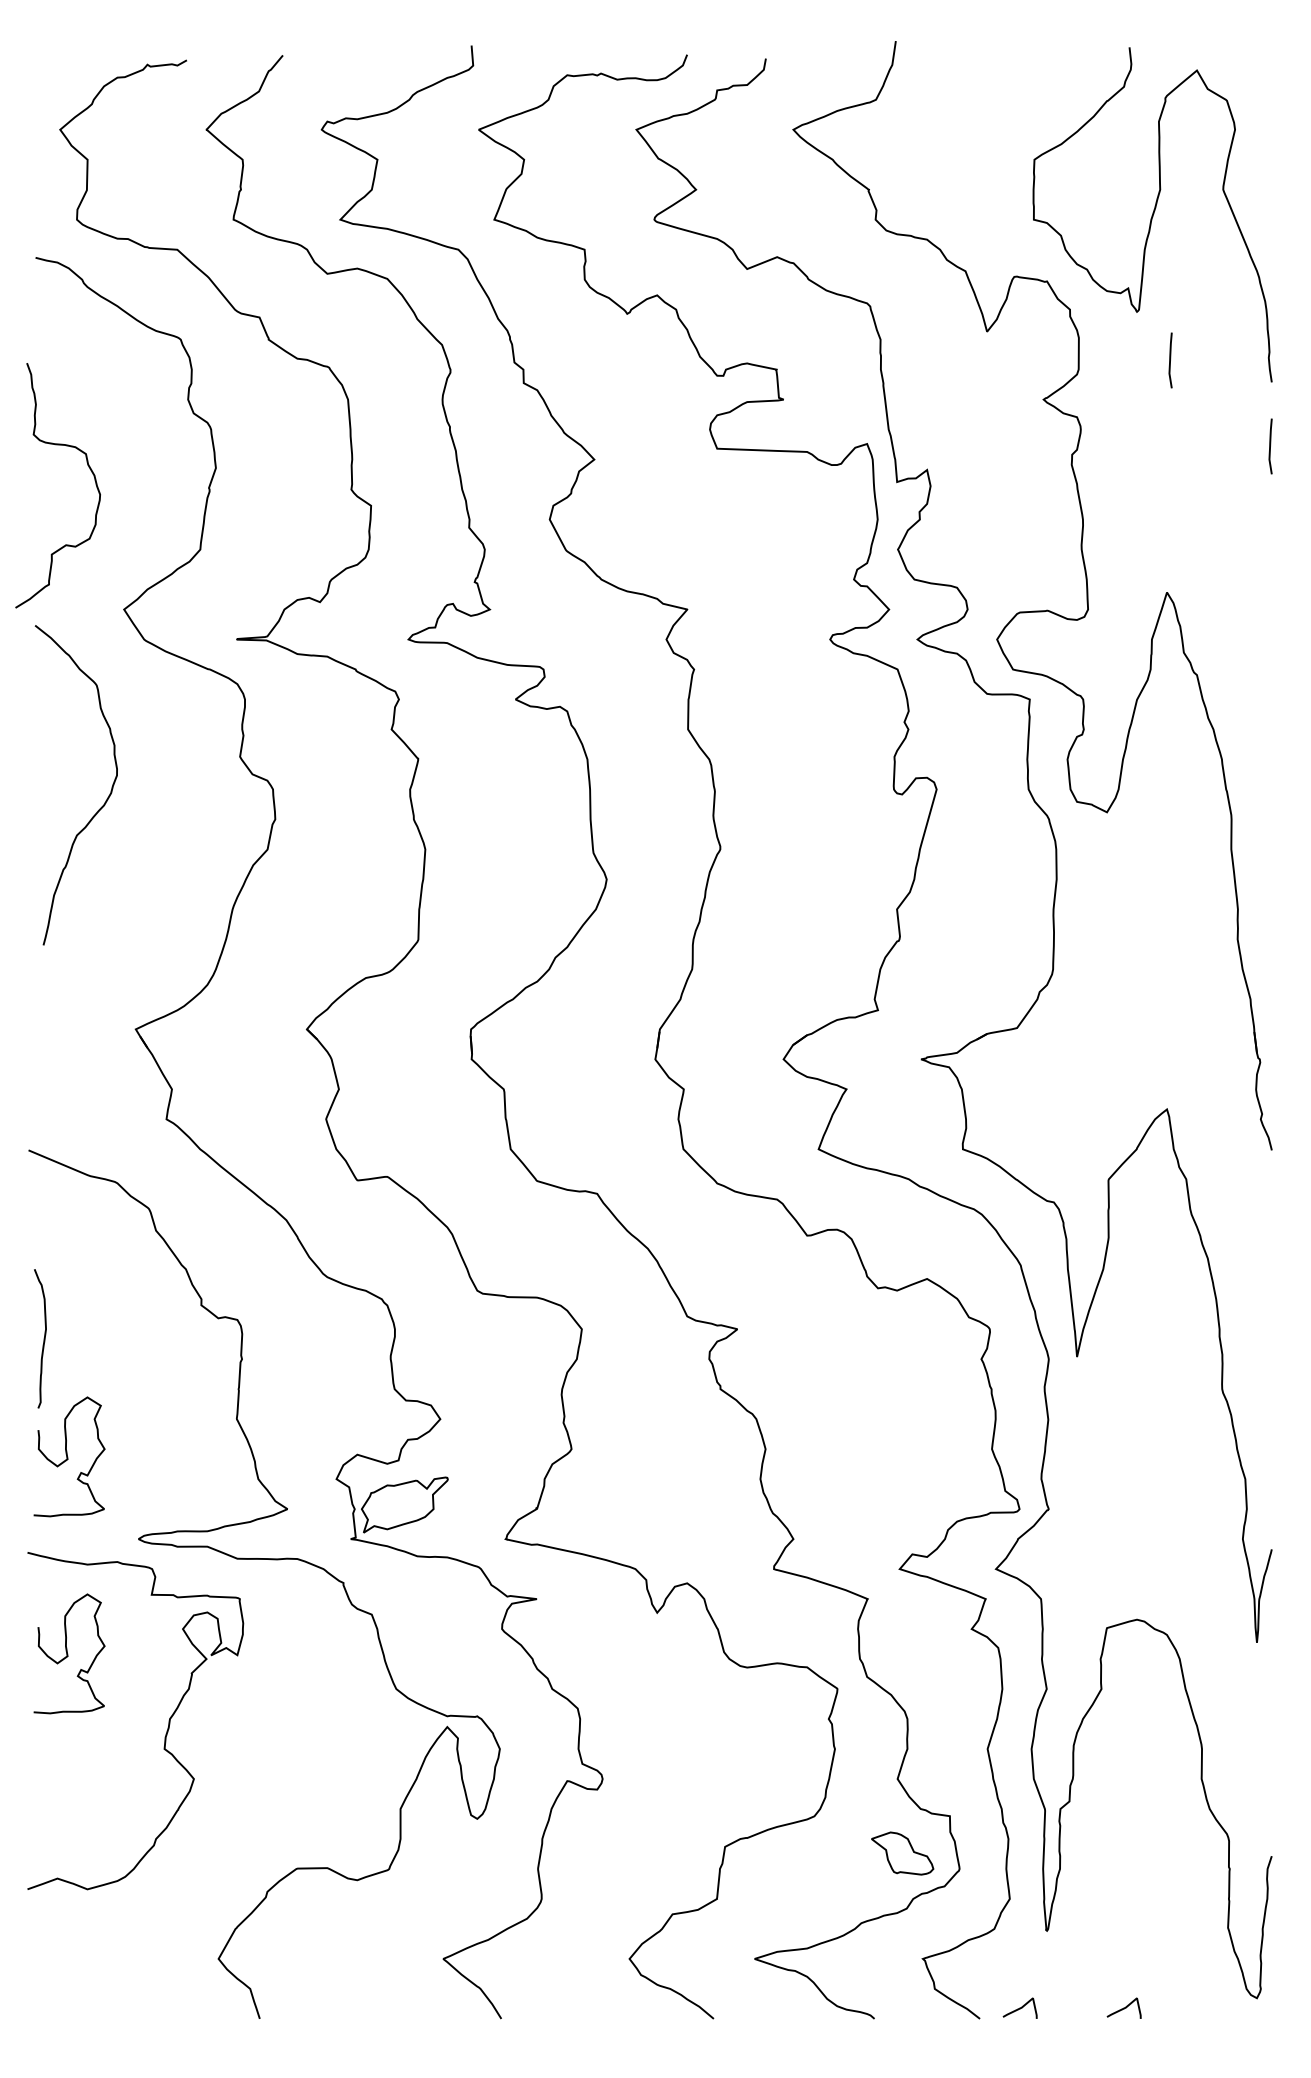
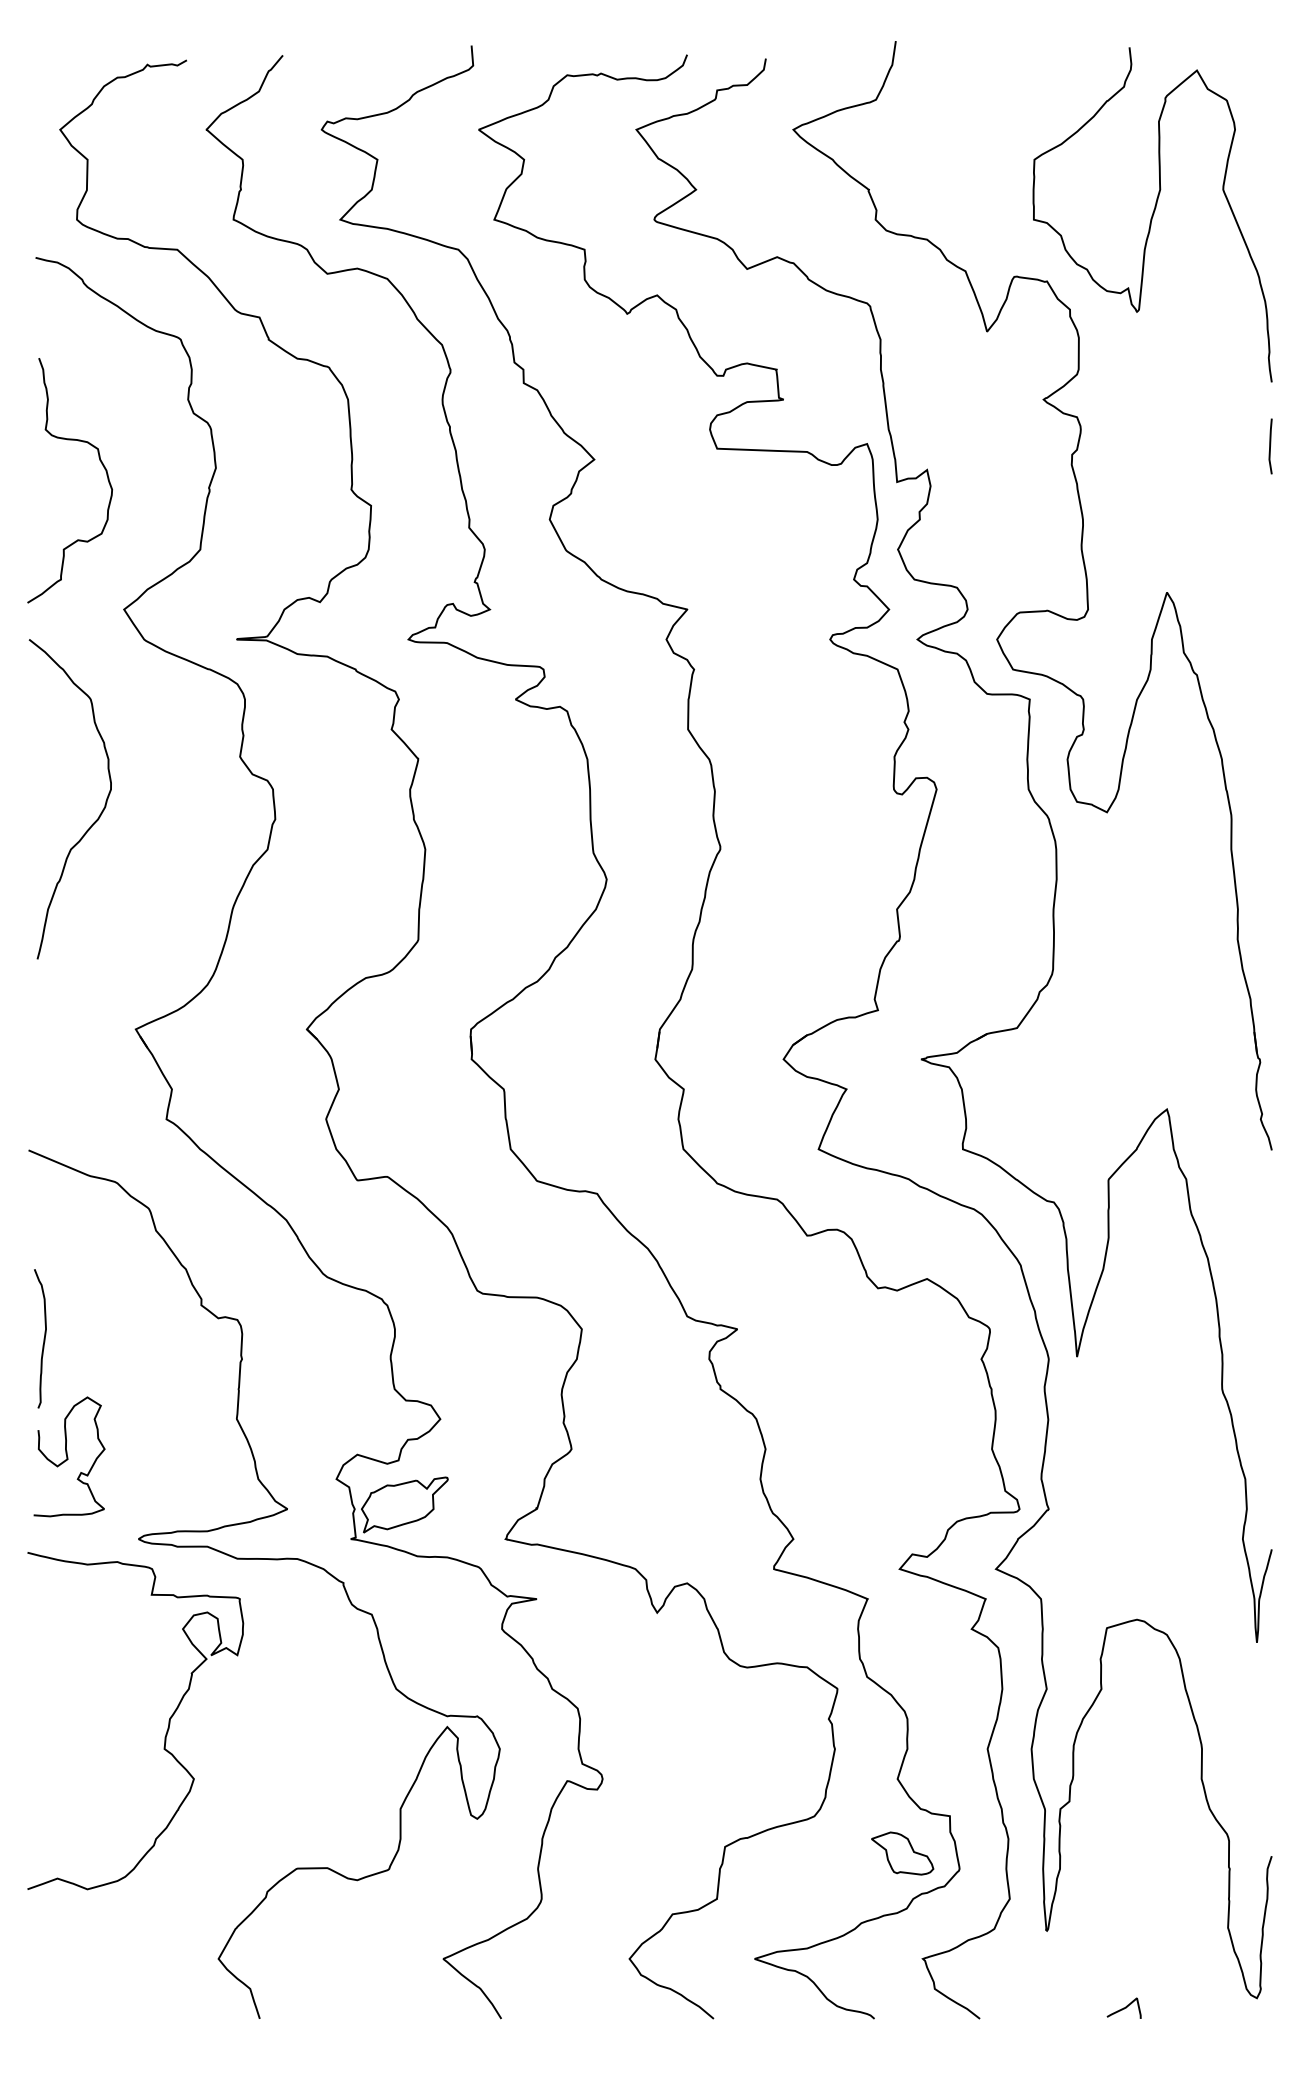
curve at (1170, 360): present -> none
curve at (89, 469) position: (89, 469) -> (101, 464)
curve at (99, 808) position: (99, 808) -> (93, 822)
curve at (68, 1654): present -> none
curve at (1019, 2007): present -> none
